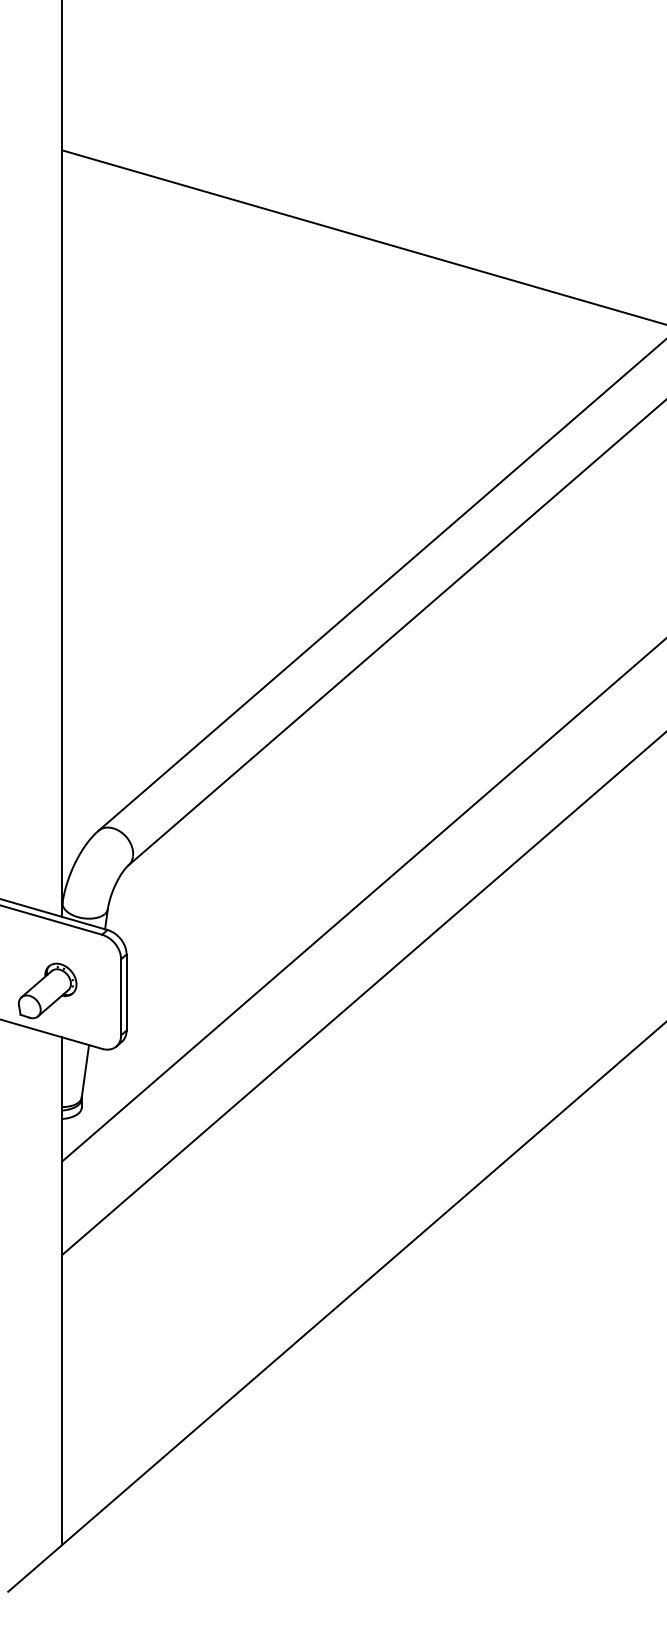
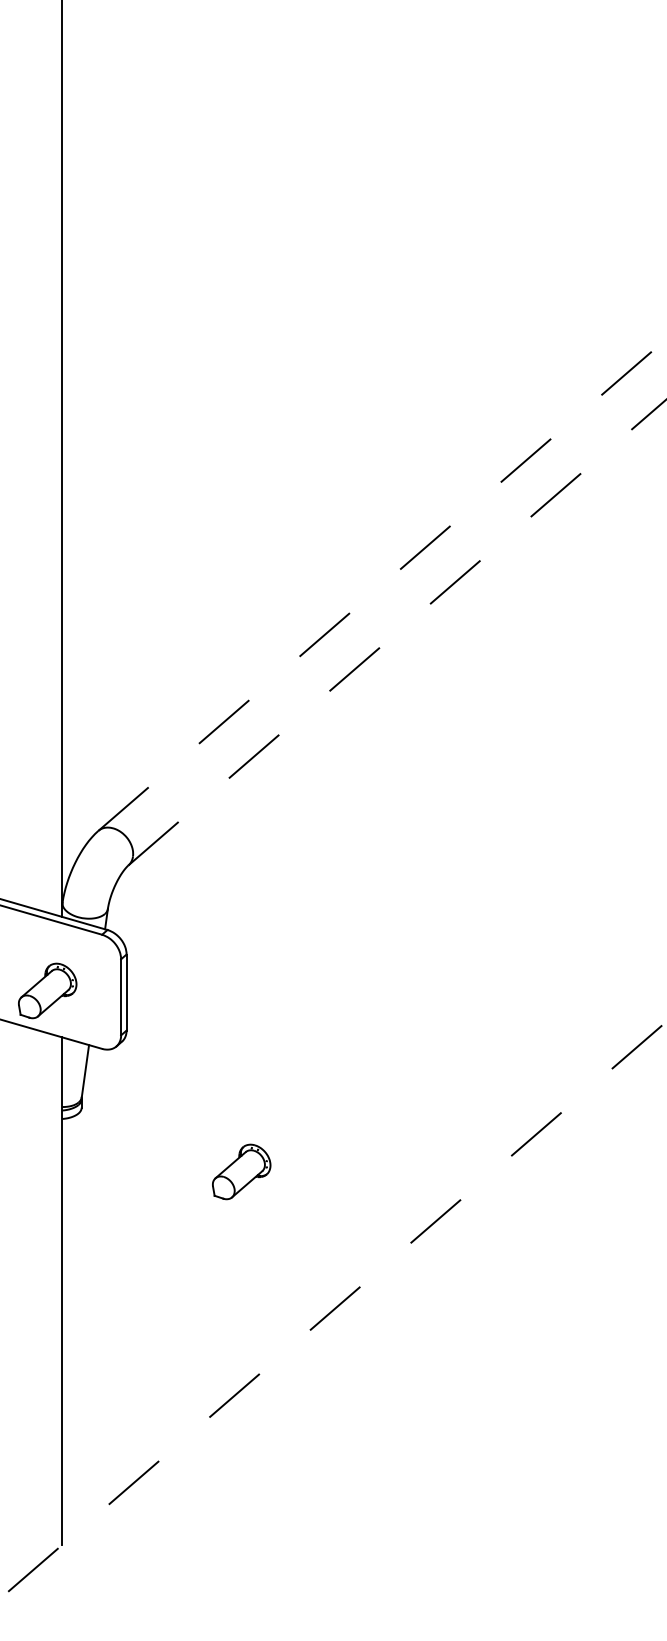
line at (362, 236): present -> none
line at (382, 584): solid -> dashed
line at (397, 632): solid -> dashed
line at (362, 900): present -> none
line at (362, 994): present -> none
part at (241, 1171): none -> present
line at (337, 1306): solid -> dashed
